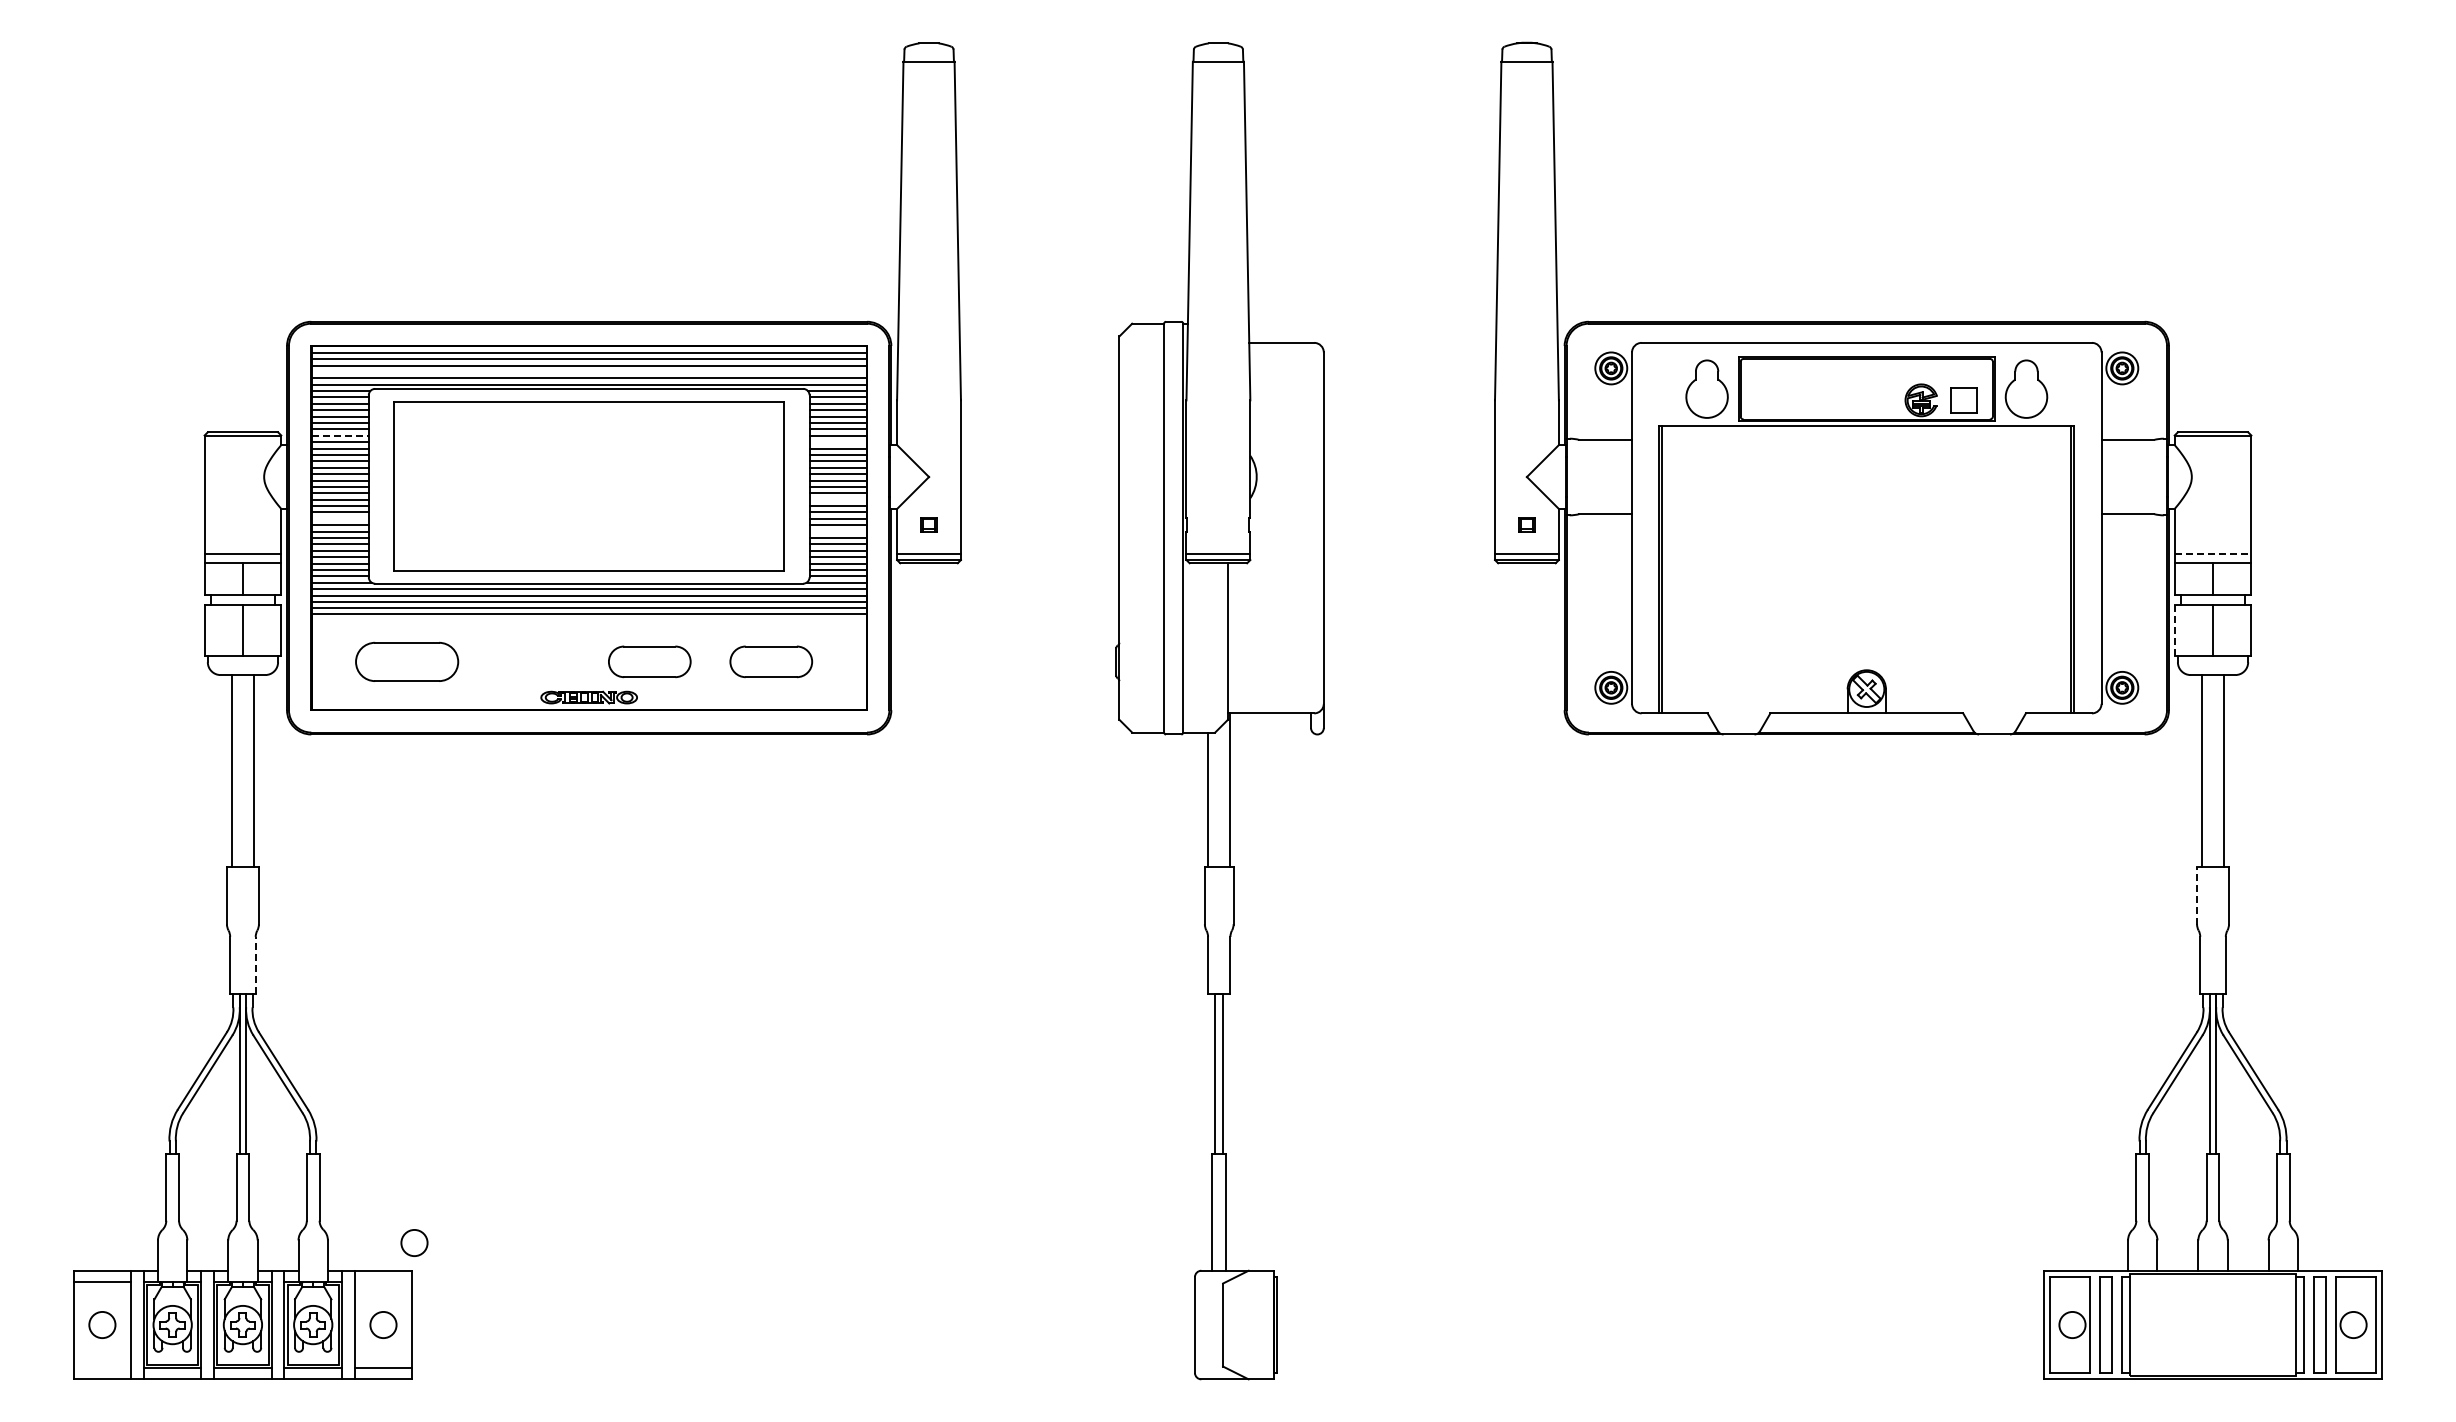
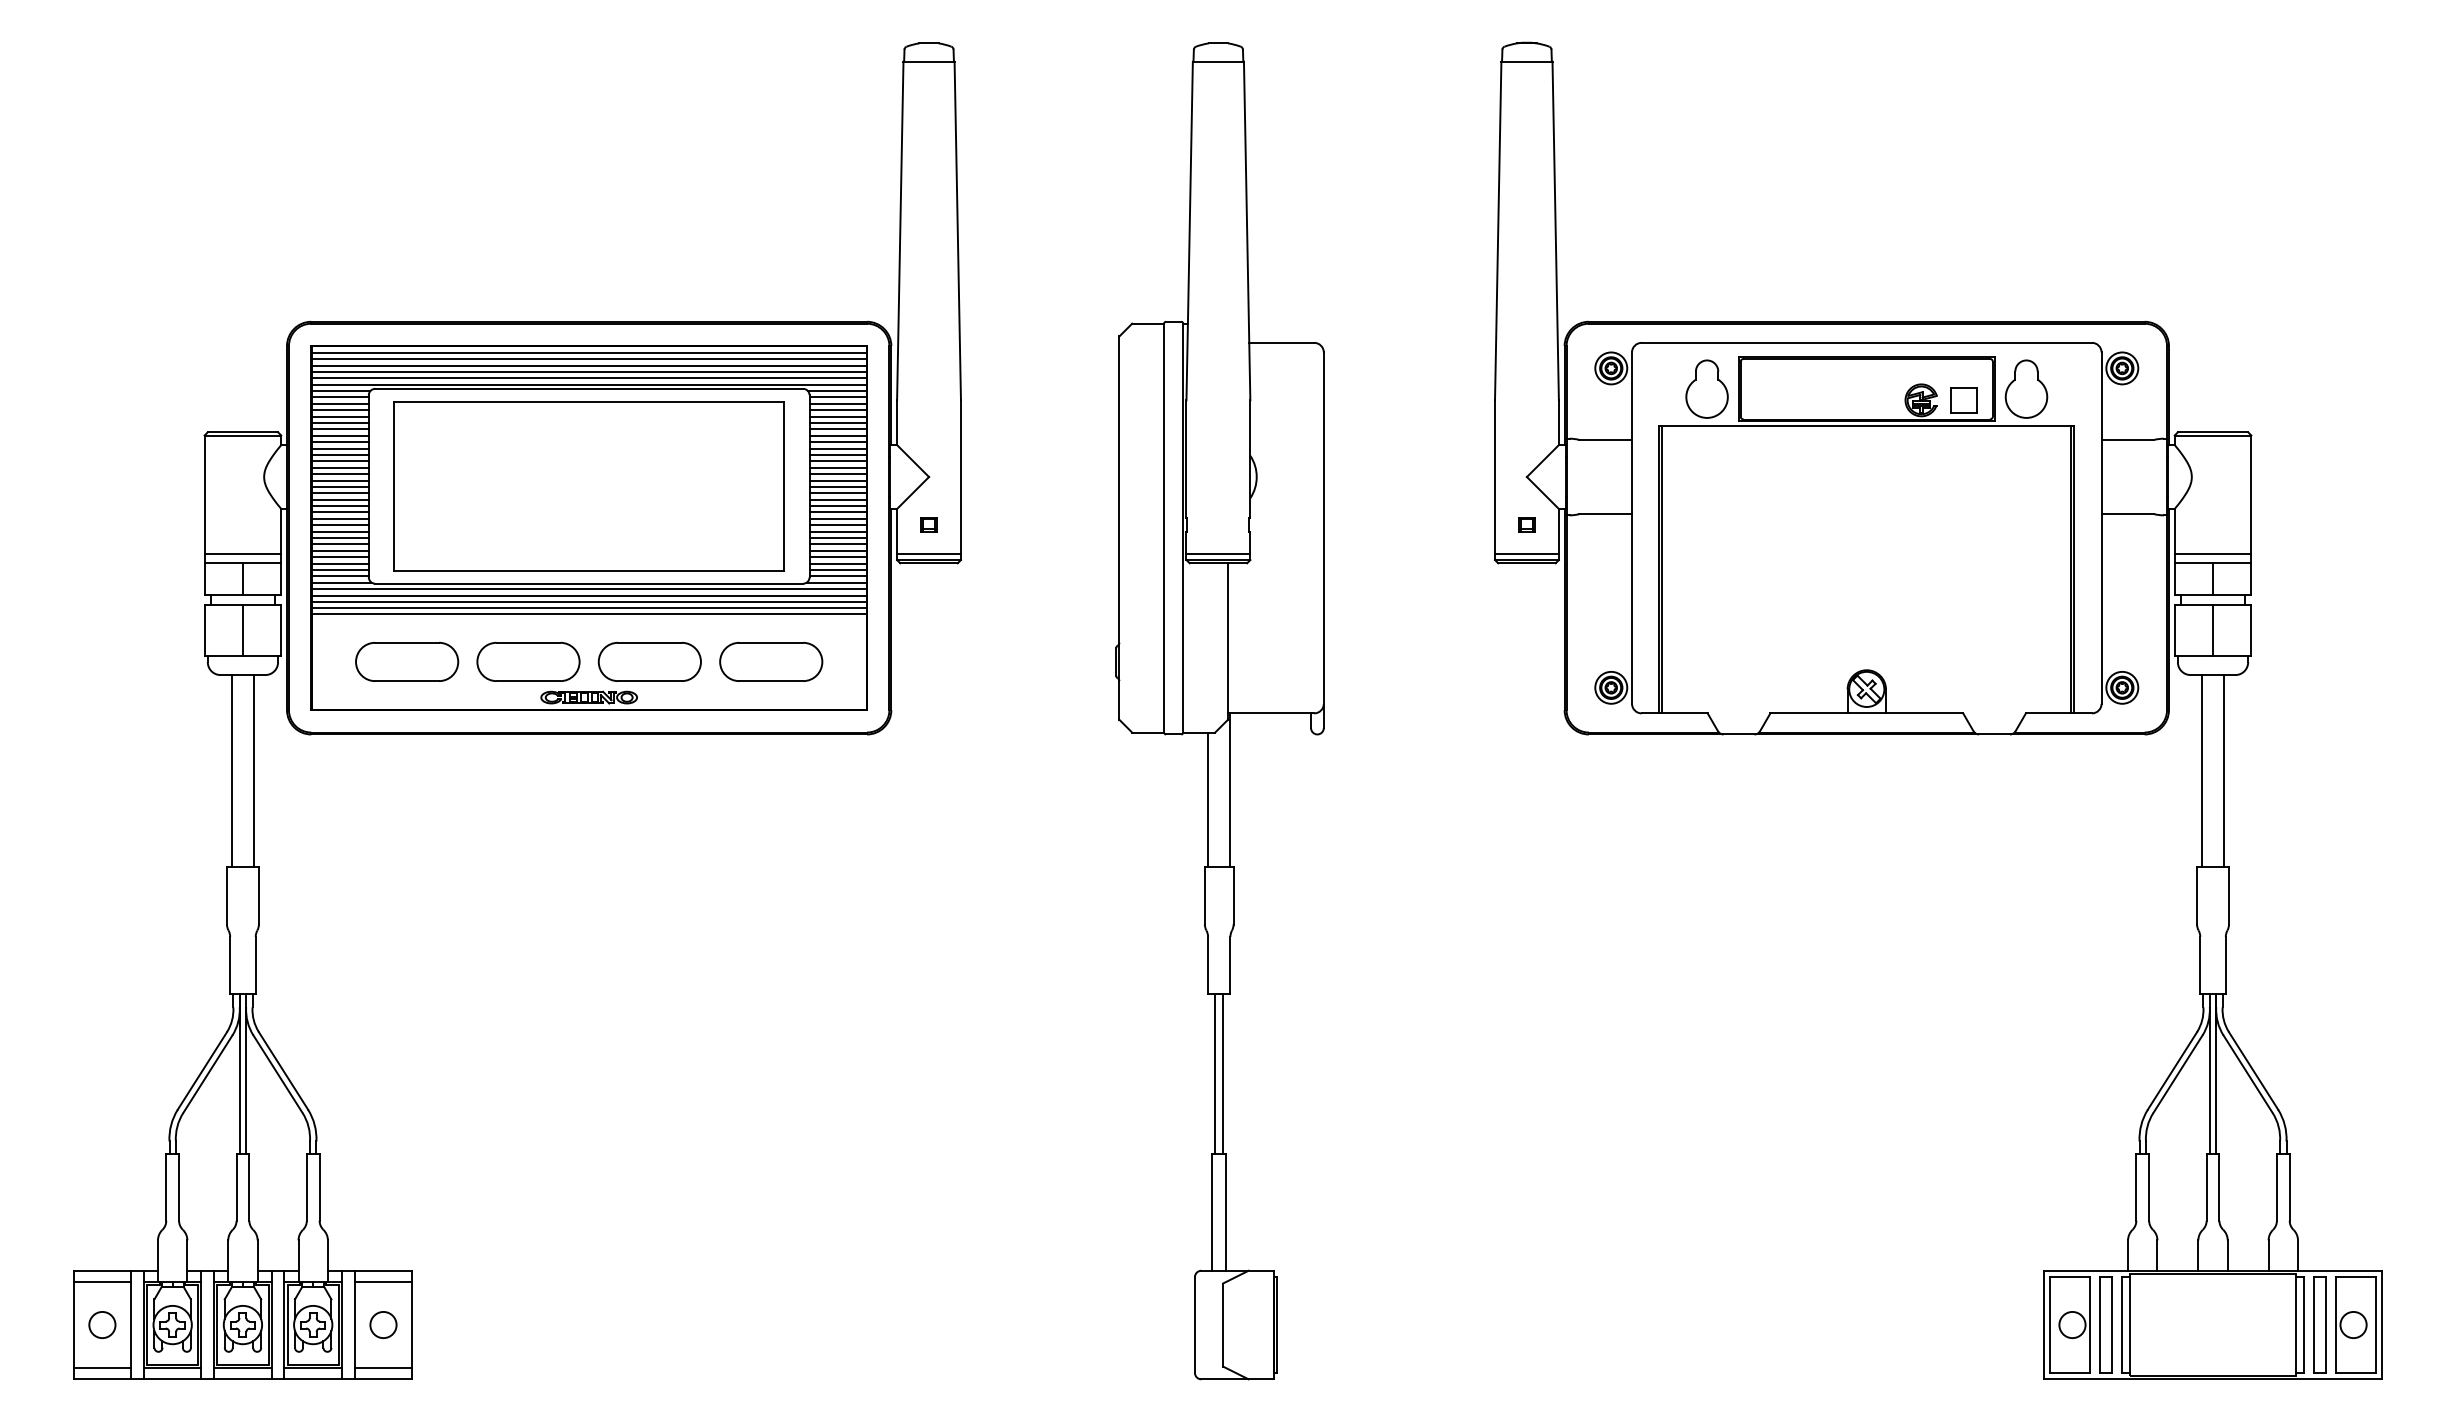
line at (588, 371): none -> present
line at (340, 435): dashed -> solid
line at (837, 442): none -> present
line at (837, 499): none -> present
line at (339, 518): none -> present
line at (837, 531): none -> present
line at (2213, 553): dashed -> solid
line at (2174, 630): dashed -> solid
part at (528, 661): none -> present
part at (649, 661) size: 84x34 px -> 105x41 px
part at (771, 661) size: 85x34 px -> 105x41 px
line at (2197, 895): dashed -> solid
line at (255, 965): dashed -> solid
circle at (414, 1242): present -> none
line at (383, 1281): none -> present
line at (102, 1368): none -> present
